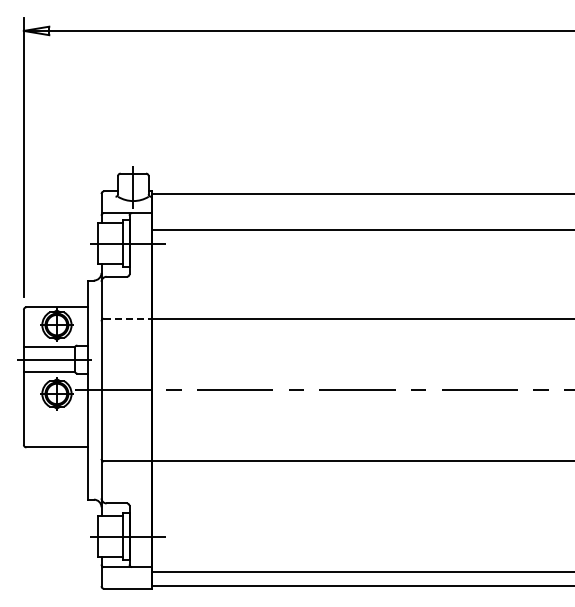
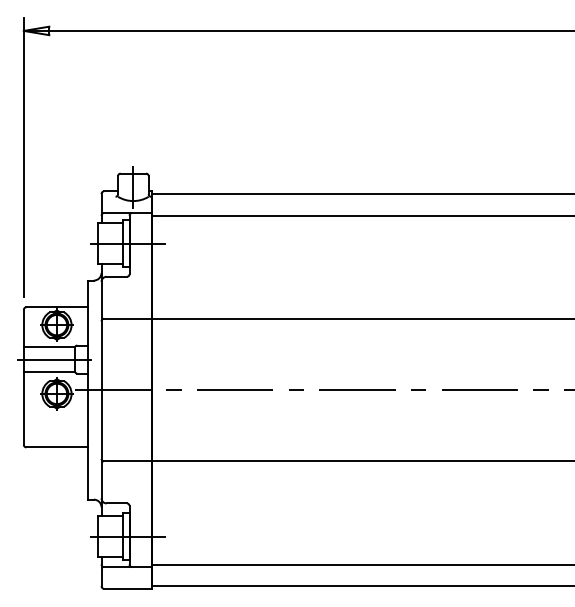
line at (361, 229) position: (361, 229) -> (361, 215)
line at (128, 318): dashed -> solid
line at (361, 571) position: (361, 571) -> (361, 564)
